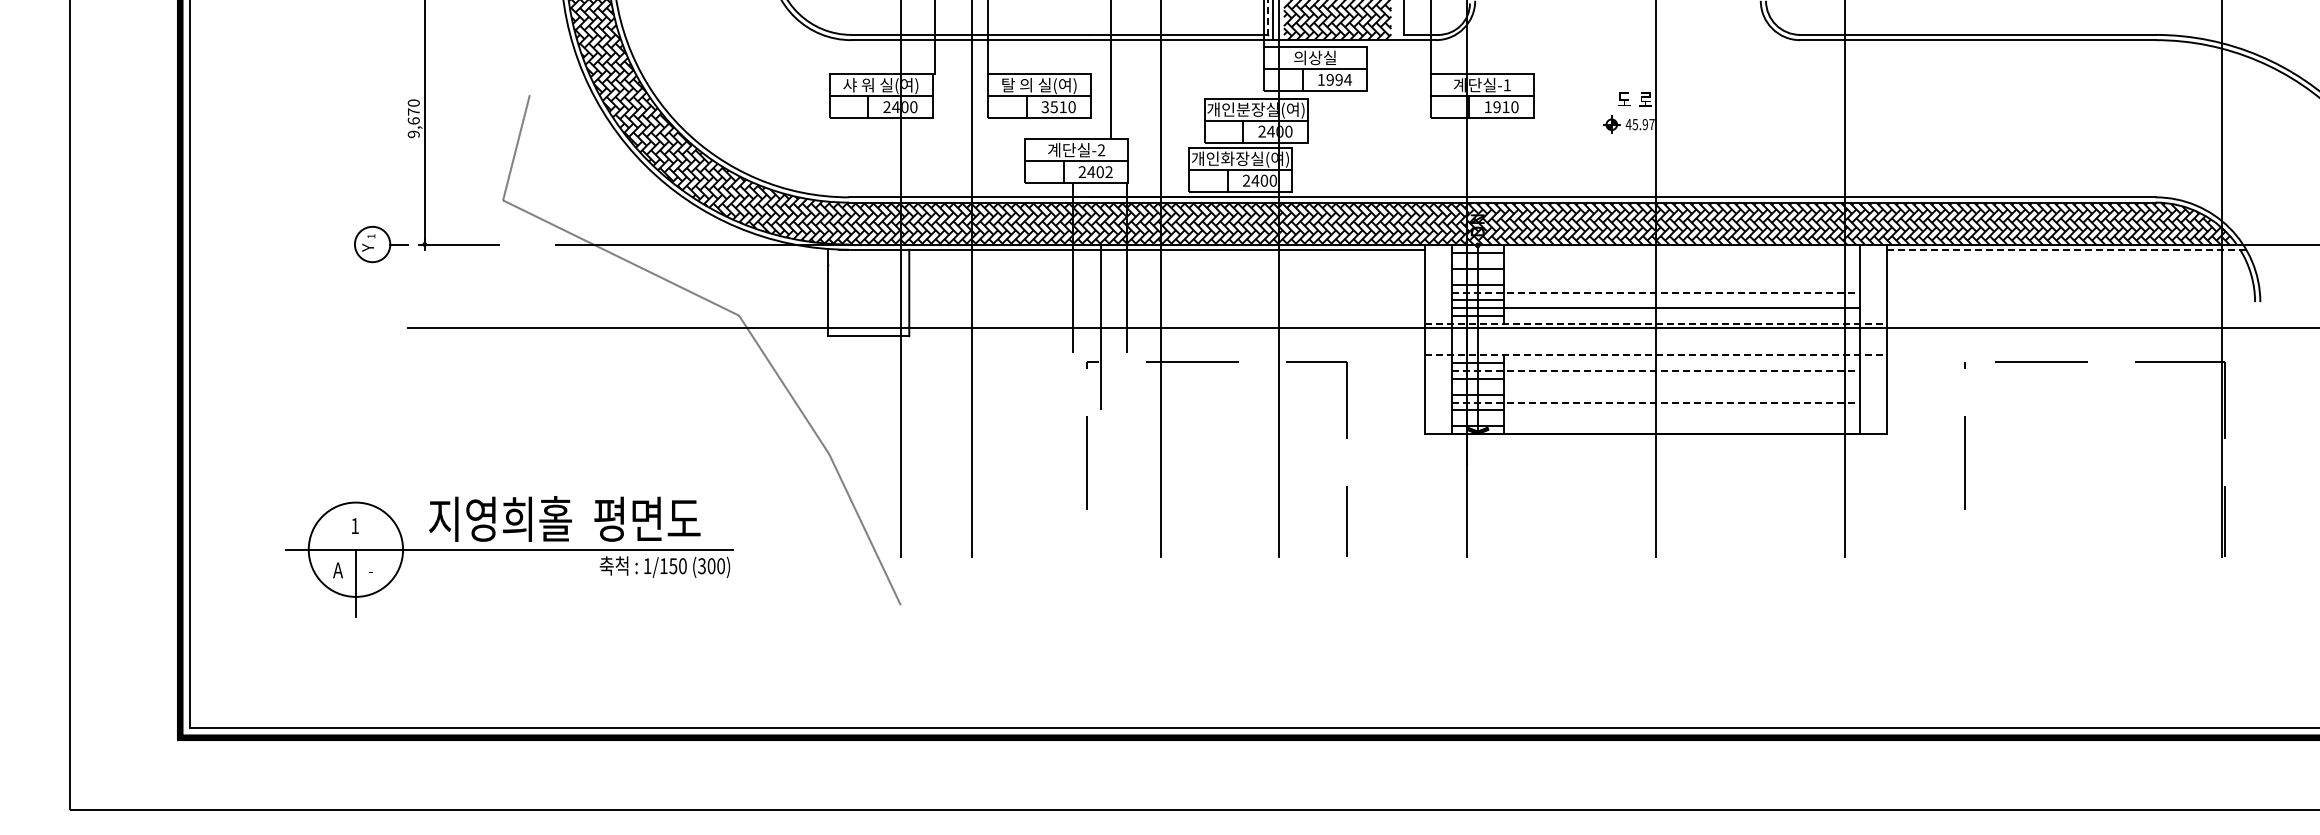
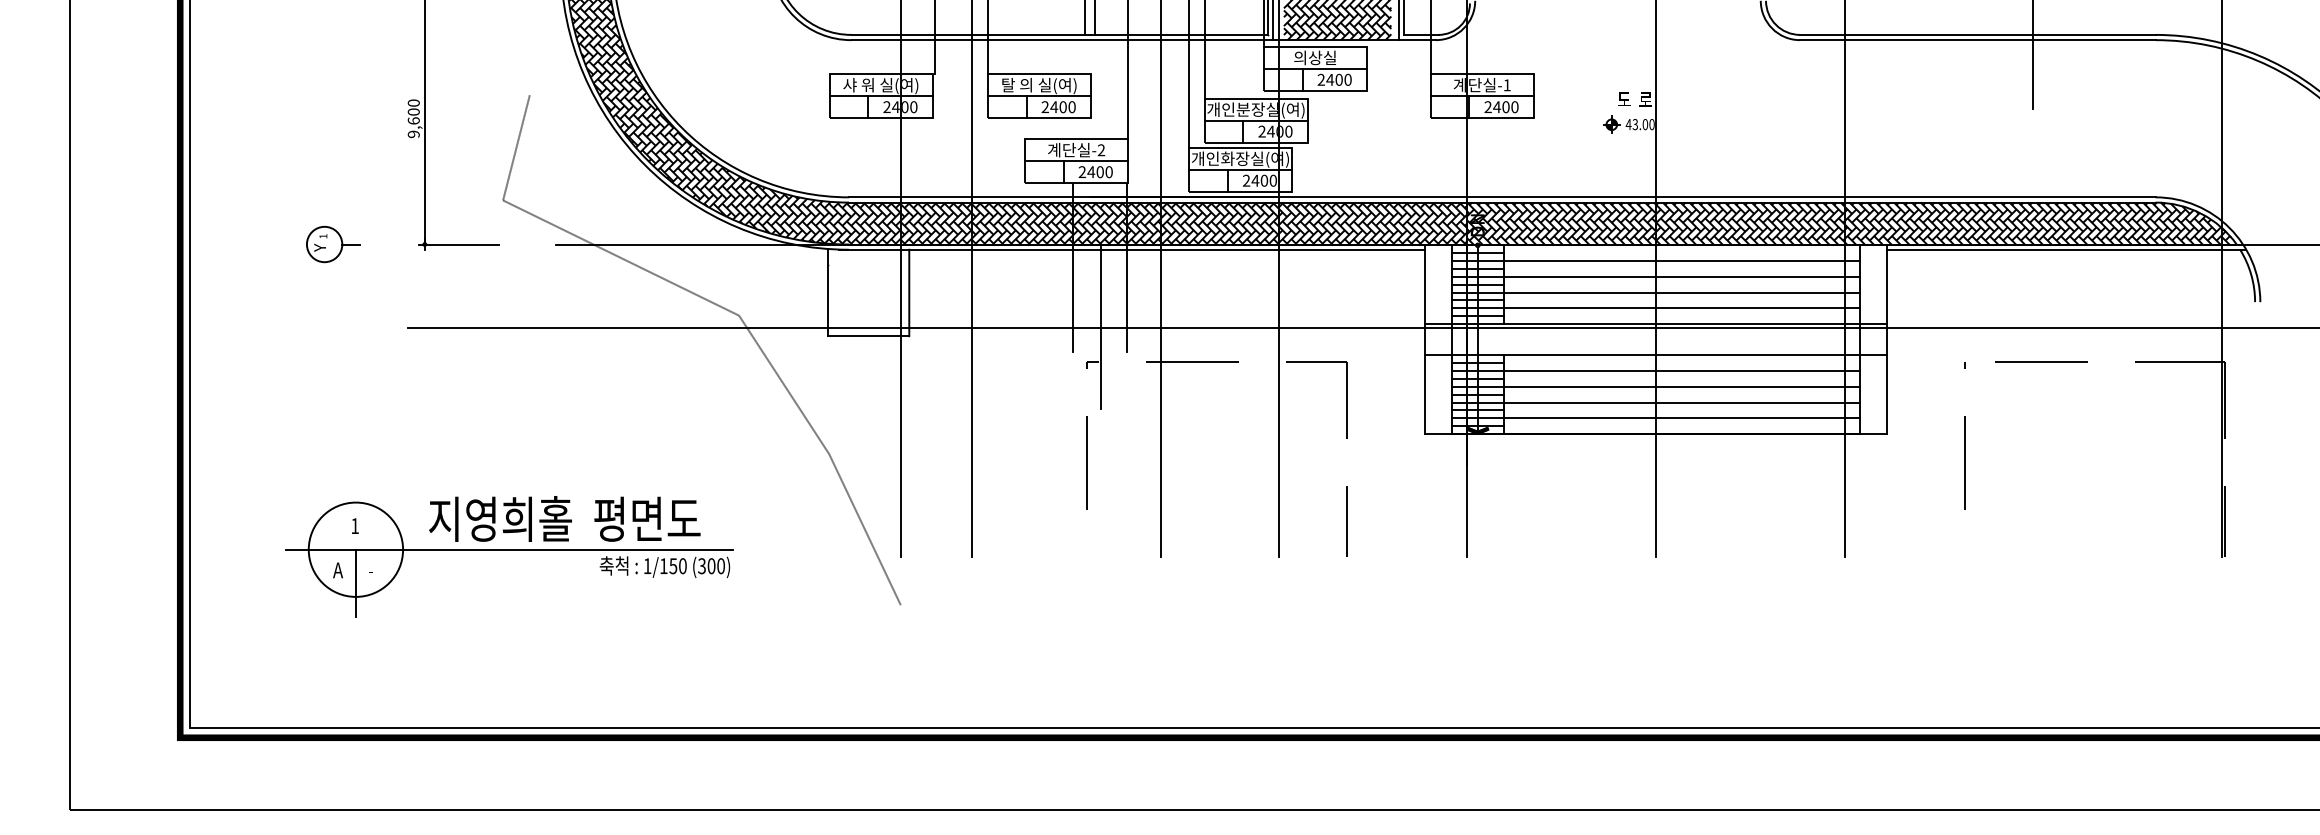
line at (1084, 18): none -> present
line at (1095, 18): none -> present
line at (1268, 18): dashed -> solid
line at (1399, 21): none -> present
line at (1204, 50): none -> present
line at (2033, 55): none -> present
line at (1110, 70) position: (1110, 70) -> (1127, 70)
line at (1189, 75): none -> present
text at (1334, 79): 1994 -> 2400
text at (1053, 107): 3510 -> 2400
text at (1496, 107): 1910 -> 2400
text at (413, 111): 9,670 -> 9,600
text at (1643, 124): 45.97 -> 43.00
text at (1108, 172): 2402 -> 2400
part at (381, 244) position: (381, 244) -> (333, 244)
line at (2066, 249): dashed -> solid
line at (1655, 261): none -> present
line at (1655, 276): none -> present
line at (1656, 292): dashed -> solid
line at (1655, 323): dashed -> solid
line at (1655, 355): dashed -> solid
line at (1656, 371): dashed -> solid
line at (1655, 386): none -> present
line at (1656, 402): dashed -> solid
line at (1655, 418): none -> present
